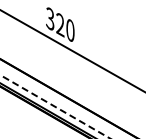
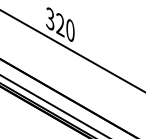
line at (55, 107): dashed -> solid
